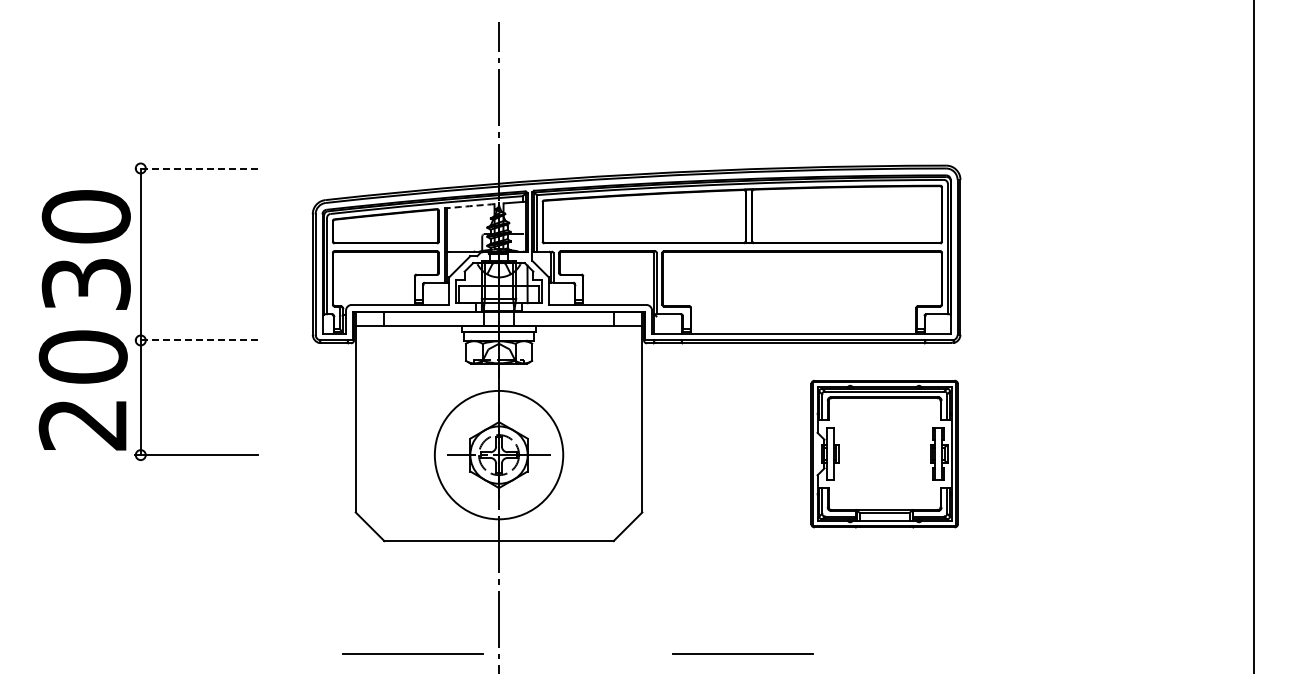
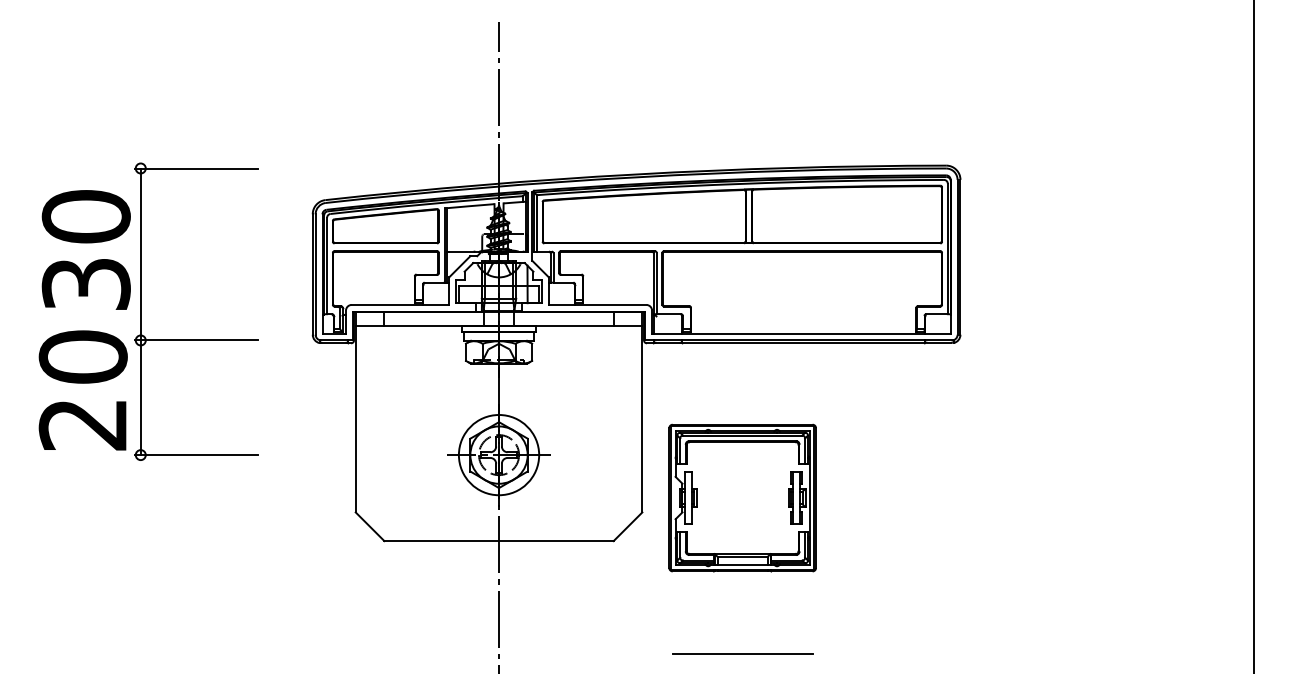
line at (196, 168): dashed -> solid
arc at (469, 206): dashed -> solid
line at (196, 340): dashed -> solid
part at (884, 453) position: (884, 453) -> (742, 497)
circle at (498, 454) diameter: 128 px -> 80 px
line at (412, 653): present -> none
